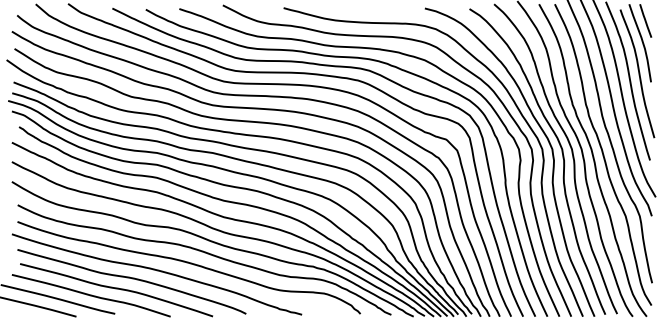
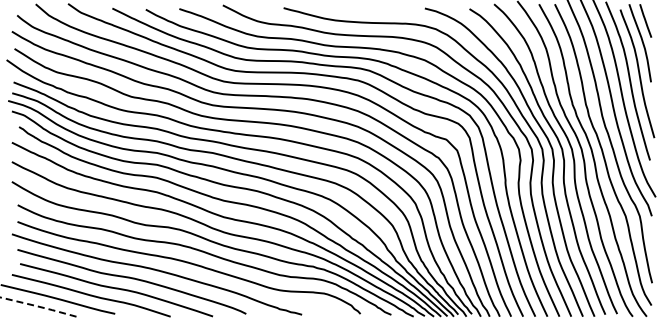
line at (38, 306): solid -> dashed
